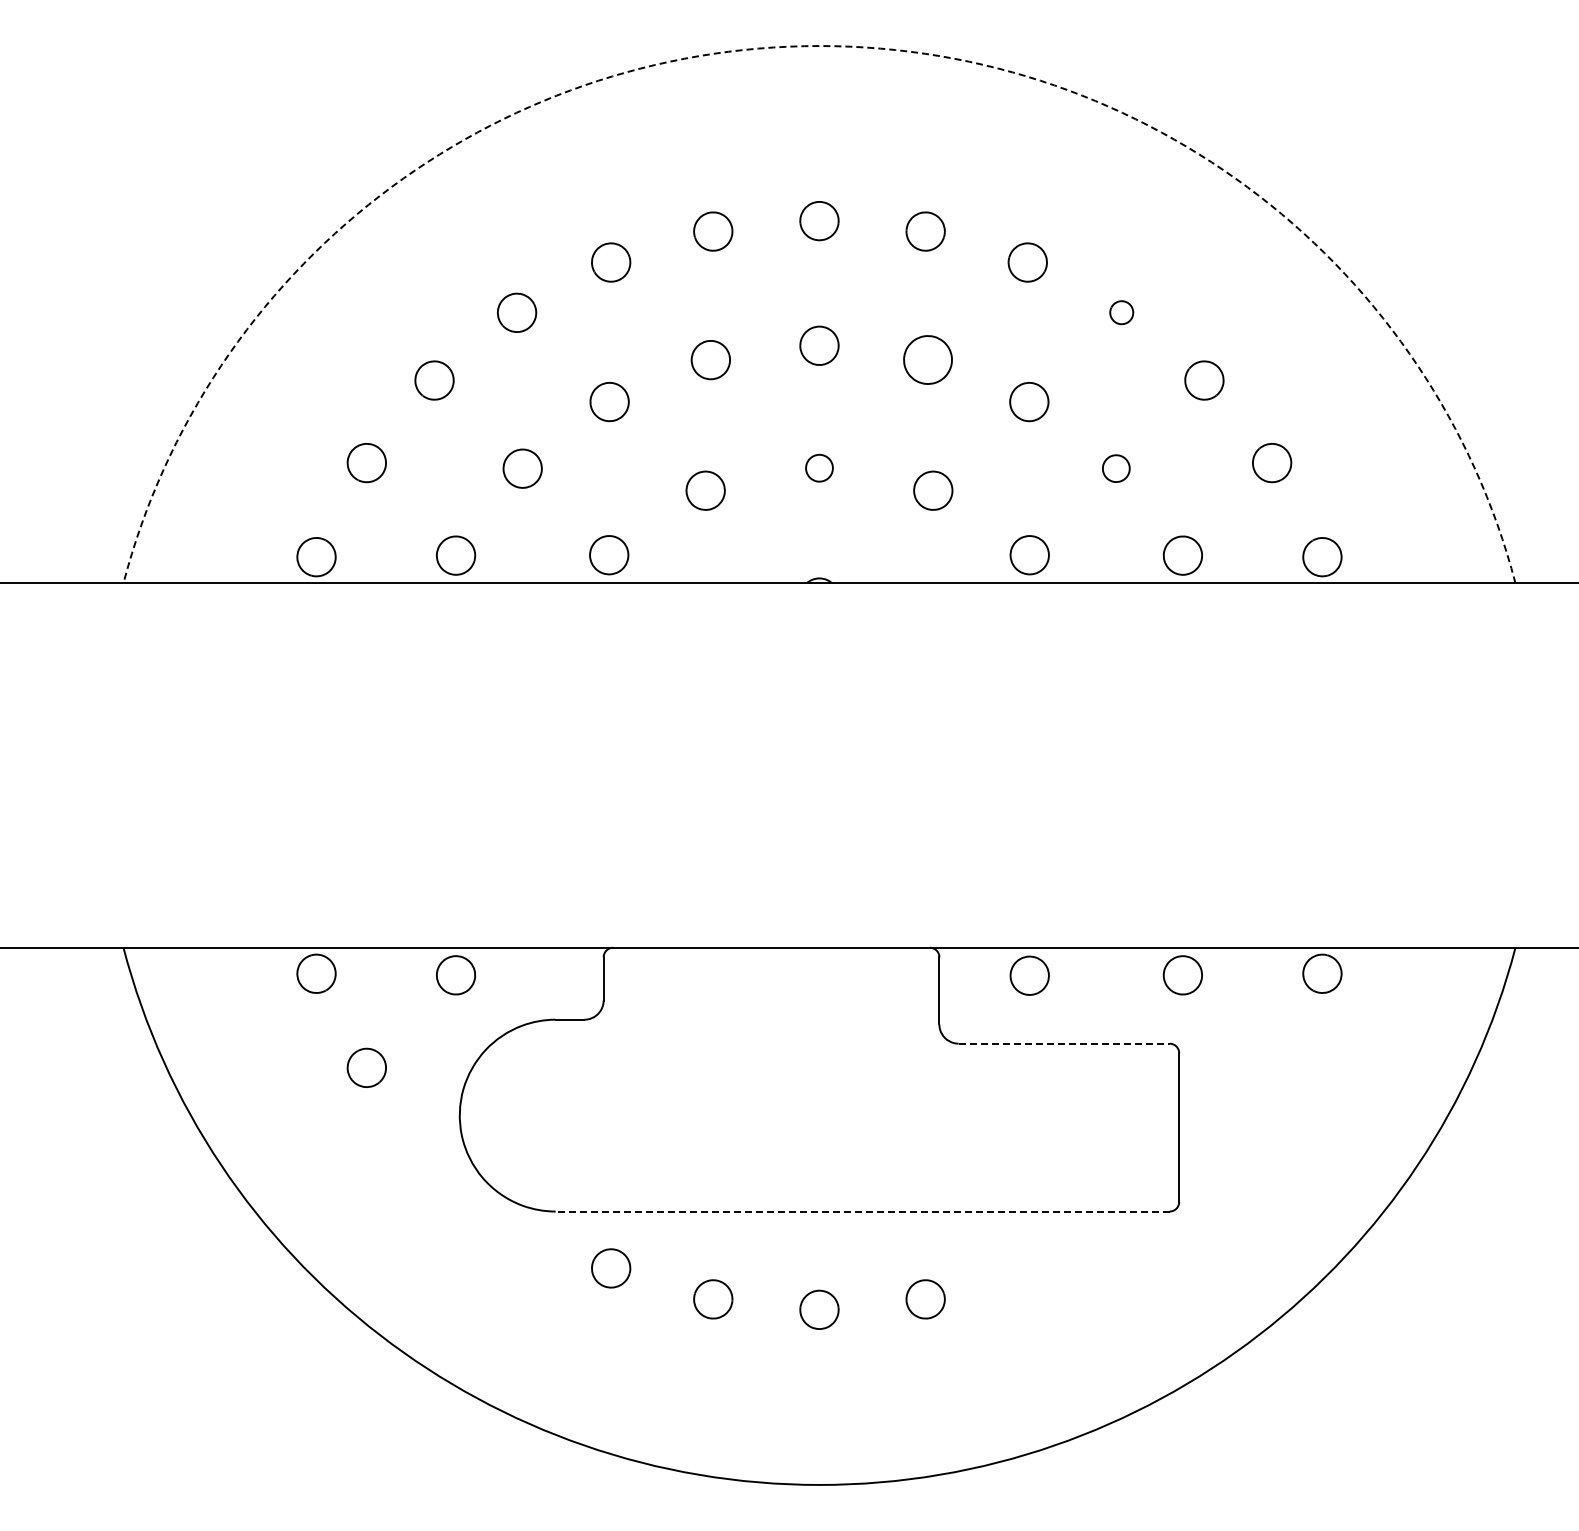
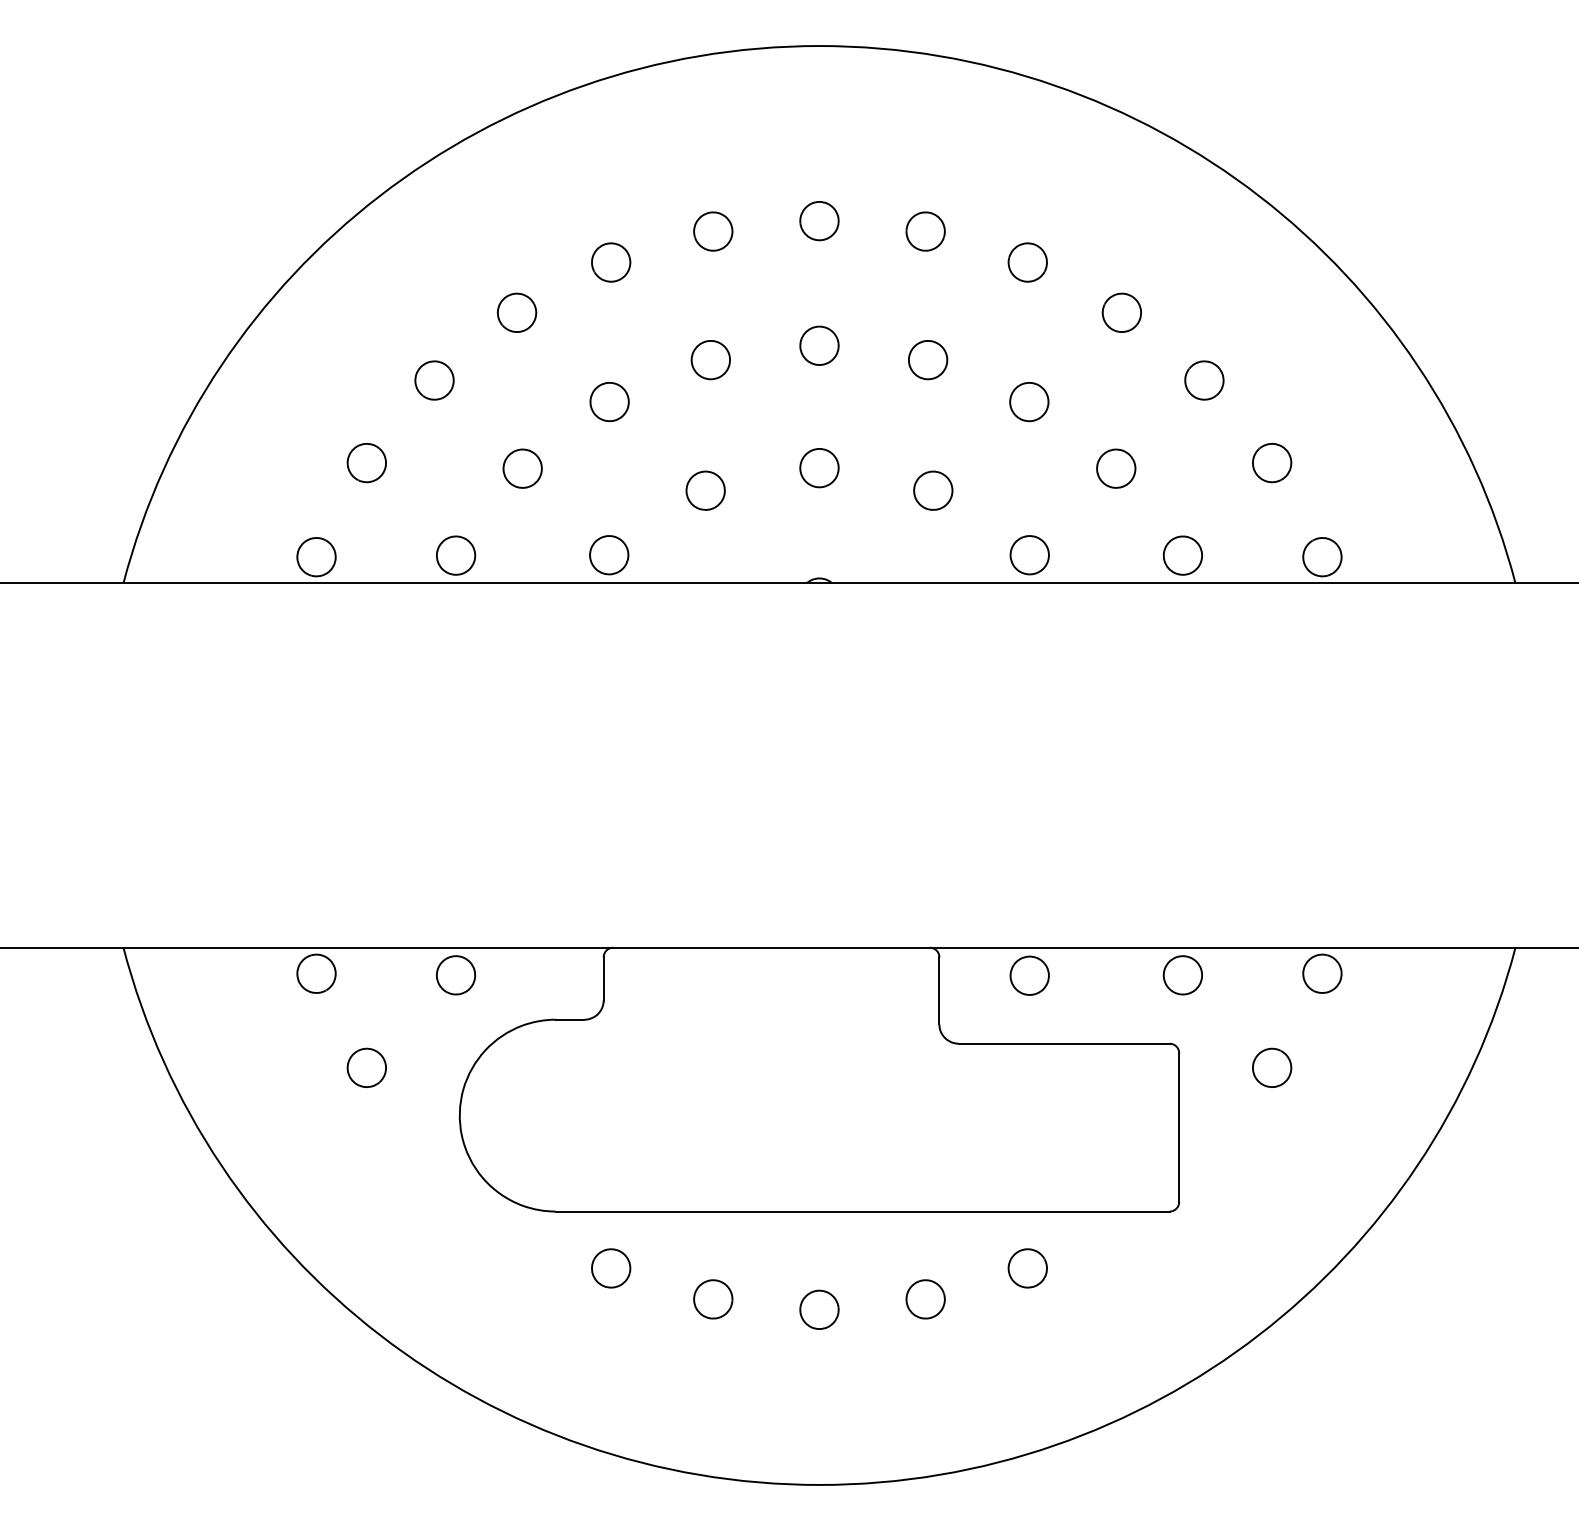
arc at (819, 46): dashed -> solid
part at (1121, 312) size: 26x26 px -> 41x41 px
part at (927, 359) size: 50x50 px -> 41x41 px
part at (819, 467) size: 29x30 px -> 41x41 px
part at (1116, 468) size: 29x29 px -> 41x41 px
line at (1064, 1043): dashed -> solid
part at (1272, 1067): none -> present
line at (862, 1211): dashed -> solid
part at (1027, 1268): none -> present
